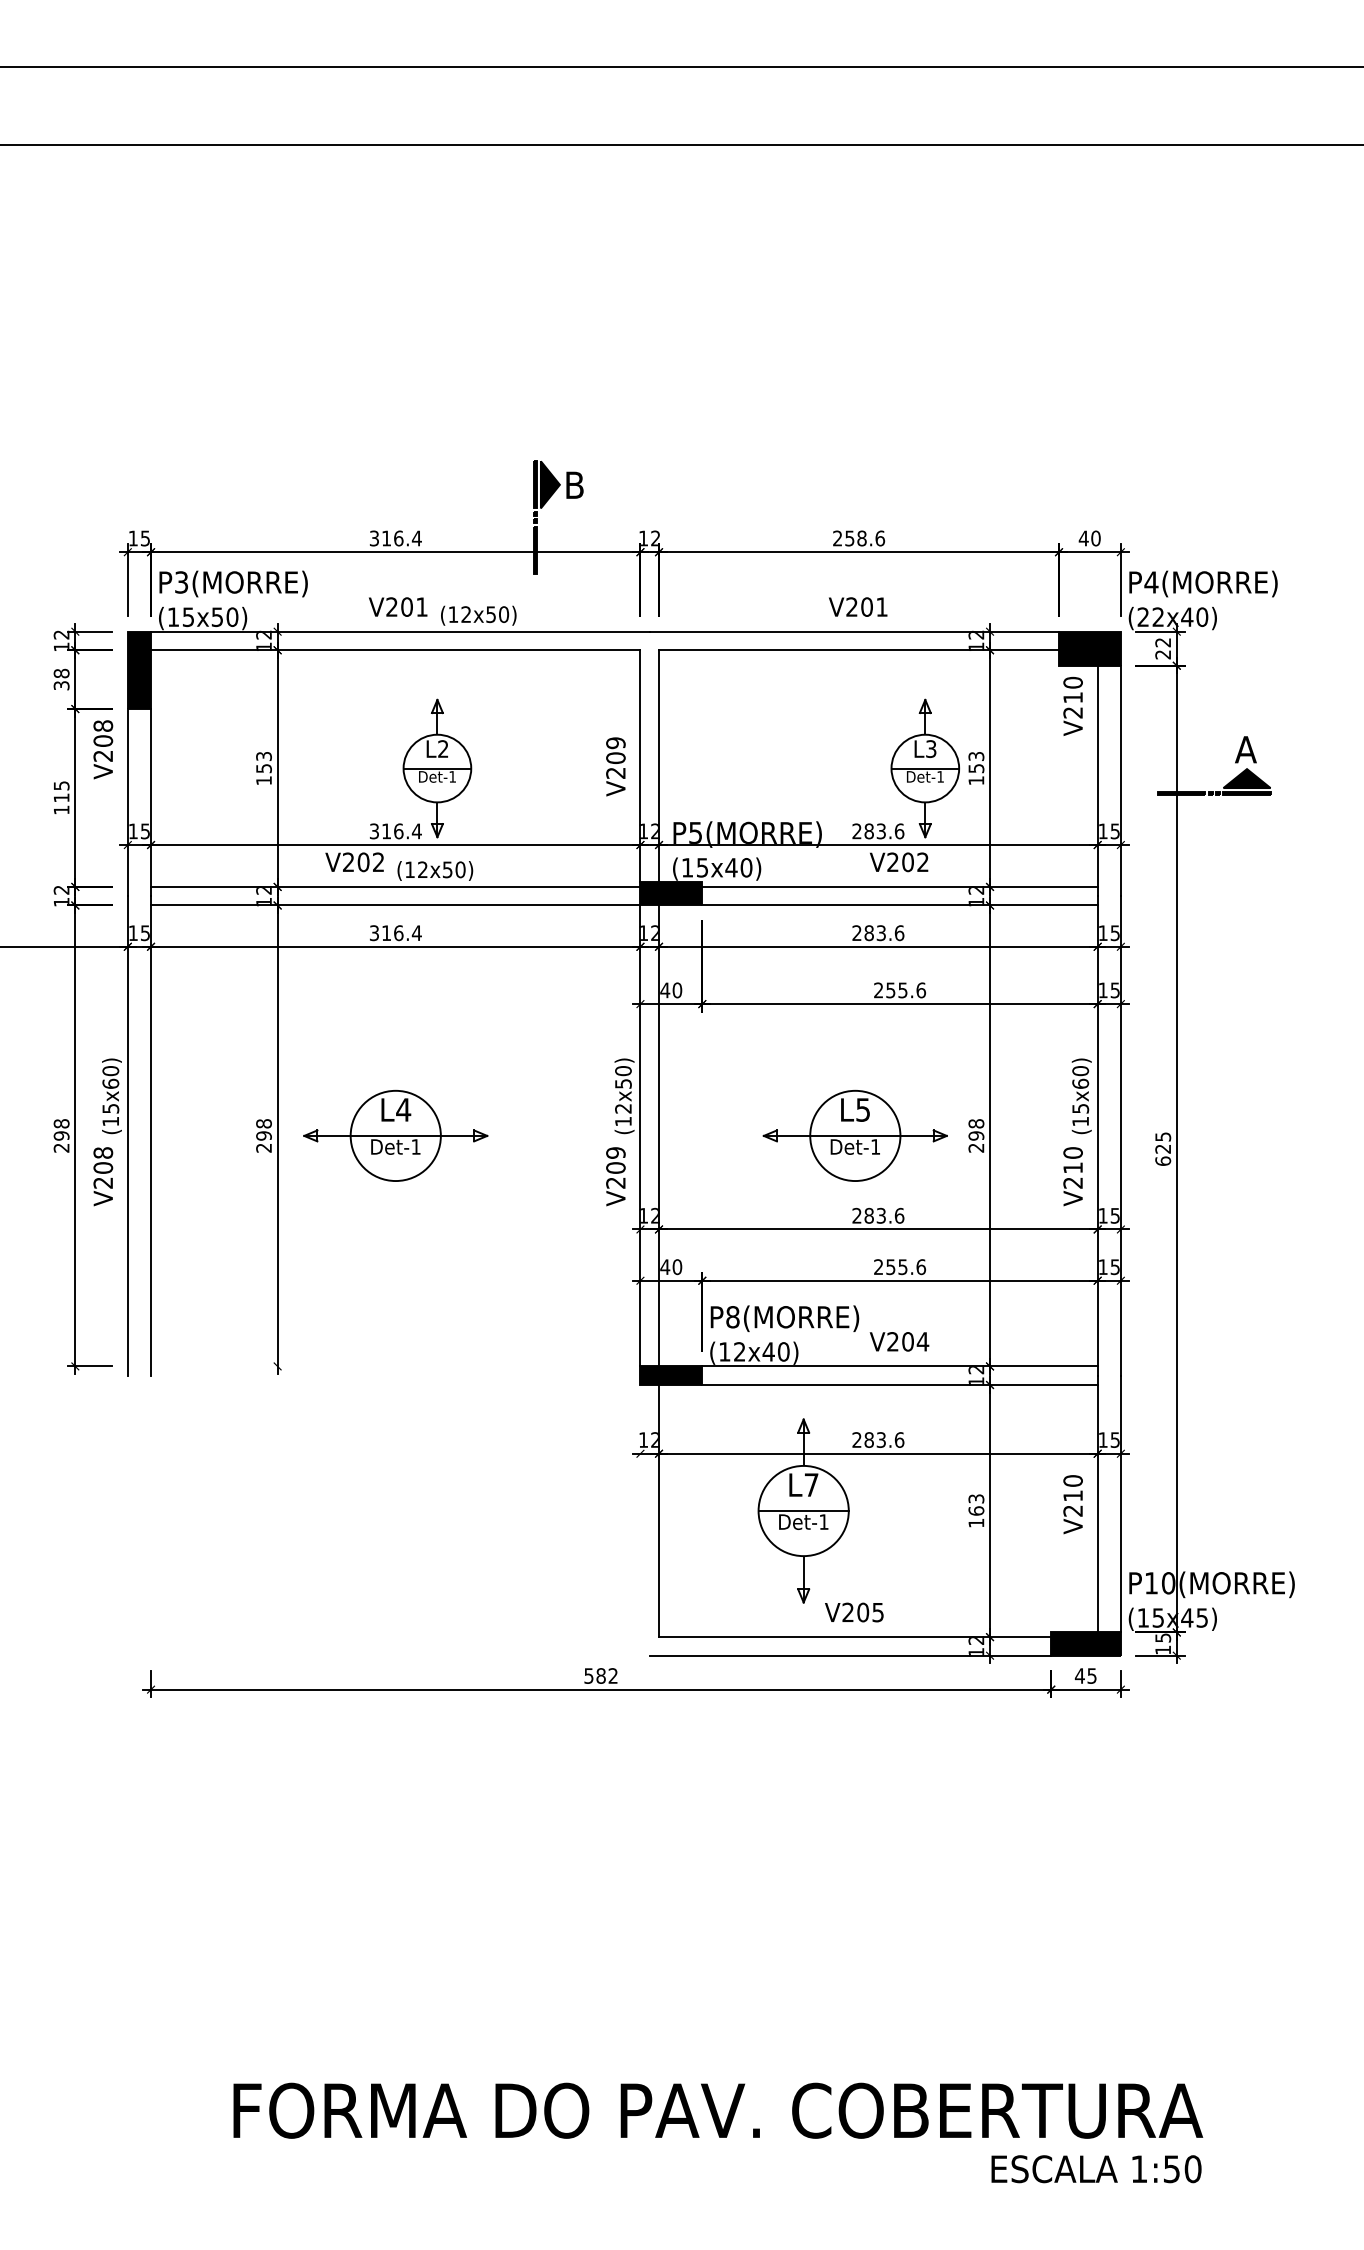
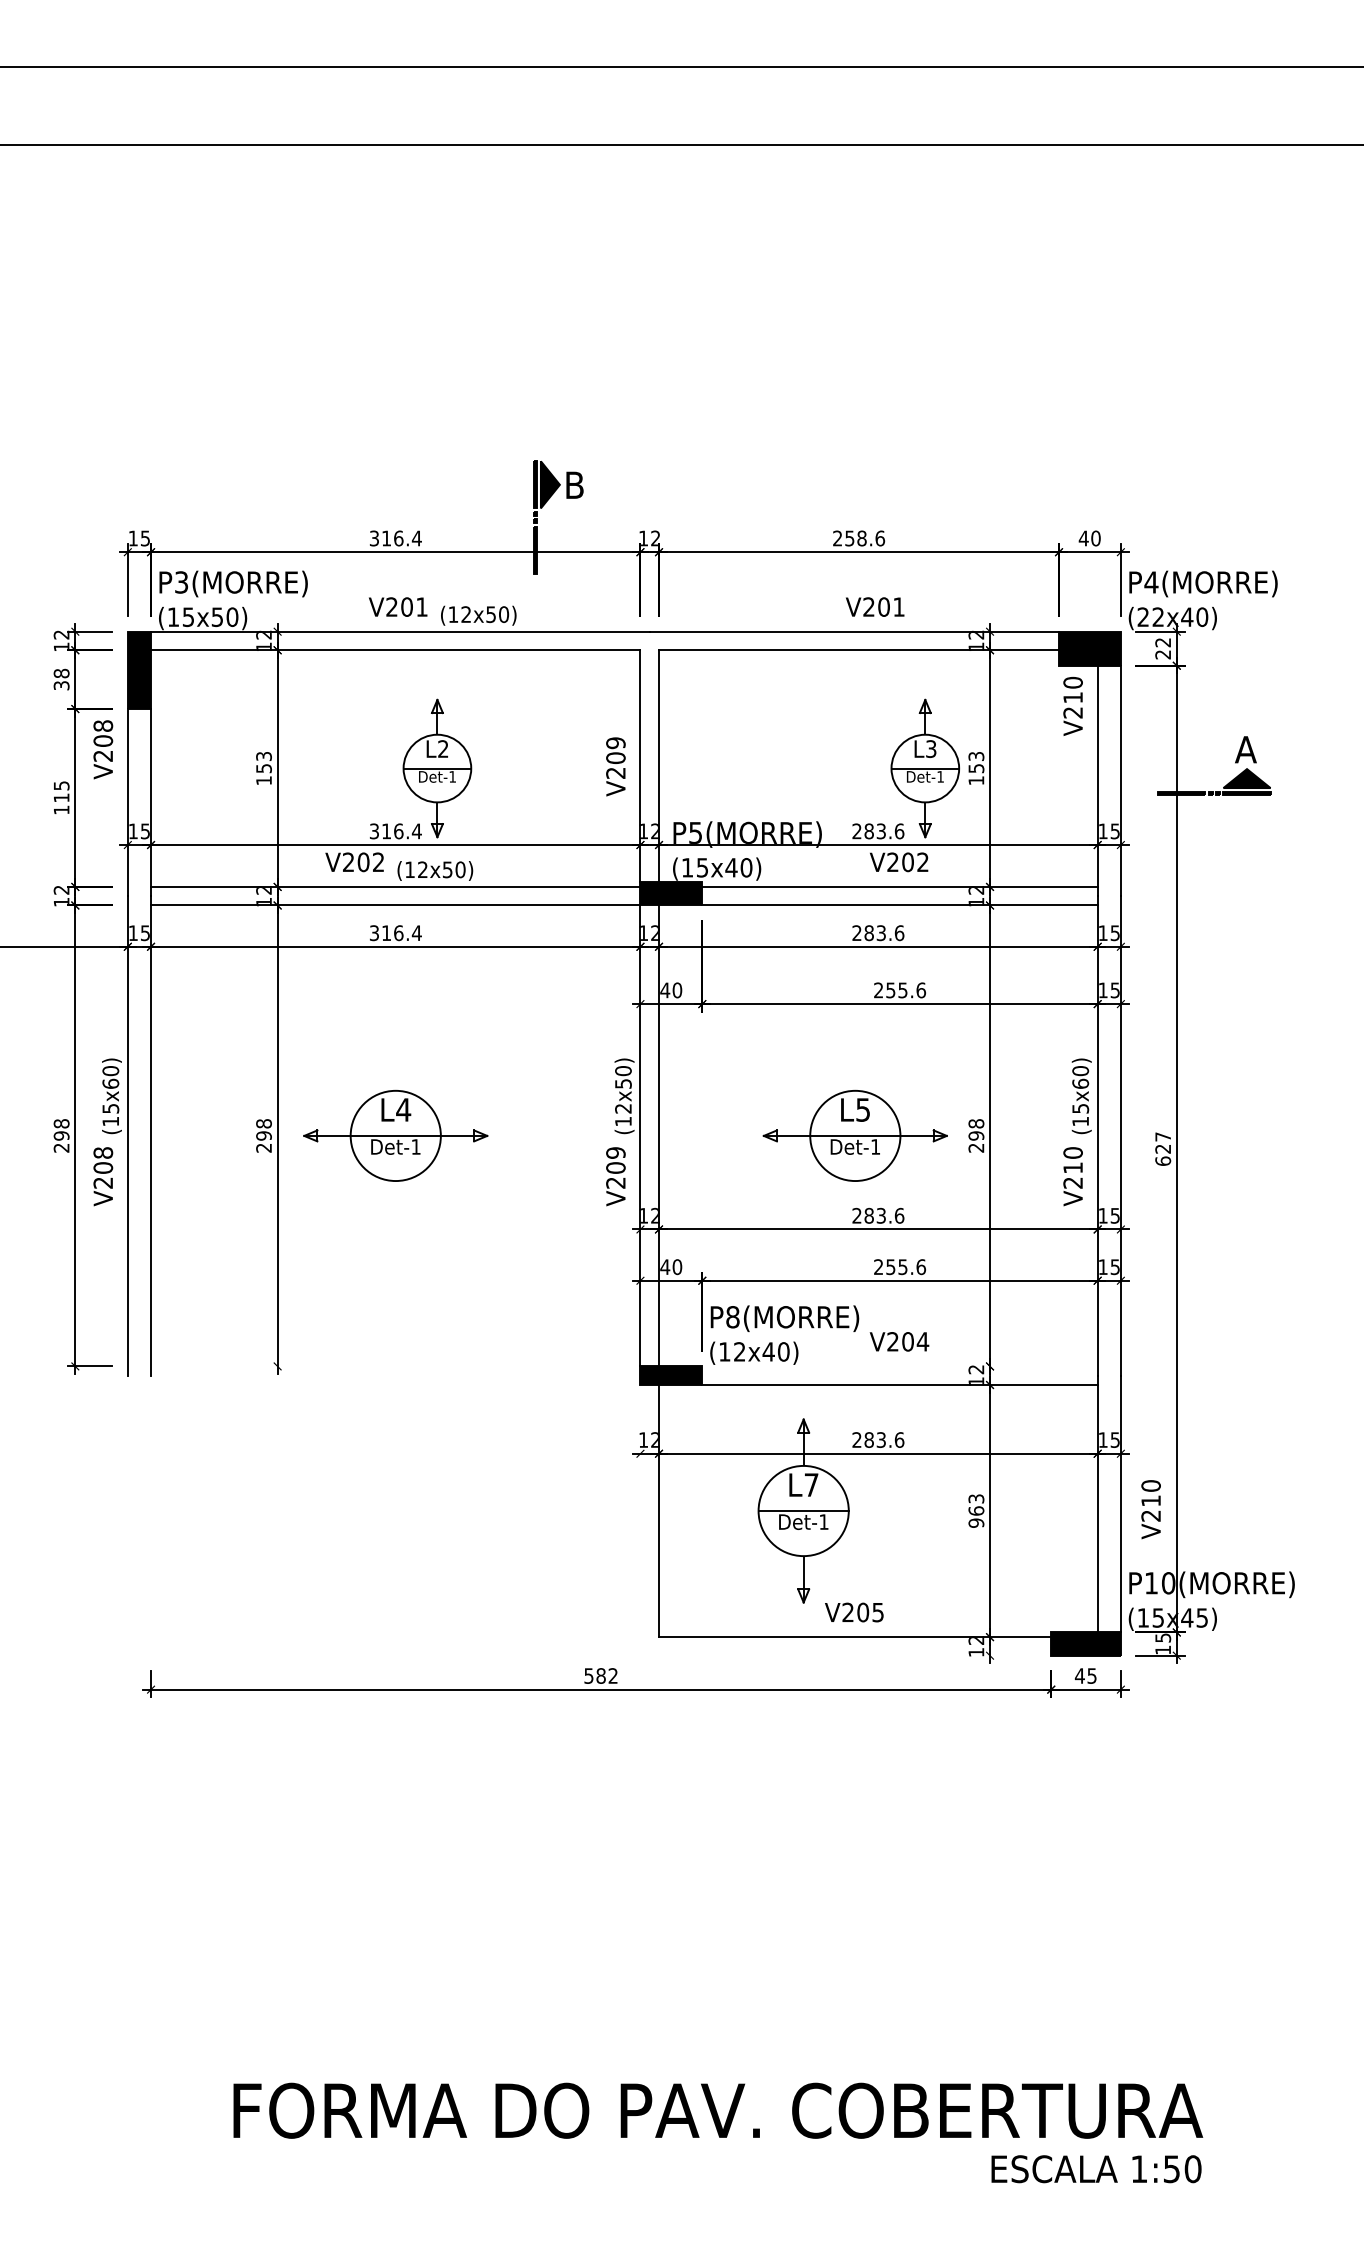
text at (858, 606) position: (858, 606) -> (875, 606)
text at (1163, 1136): 625 -> 627
line at (899, 1366): present -> none
text at (1072, 1504) position: (1072, 1504) -> (1150, 1509)
text at (976, 1522): 163 -> 963
line at (850, 1655): present -> none
